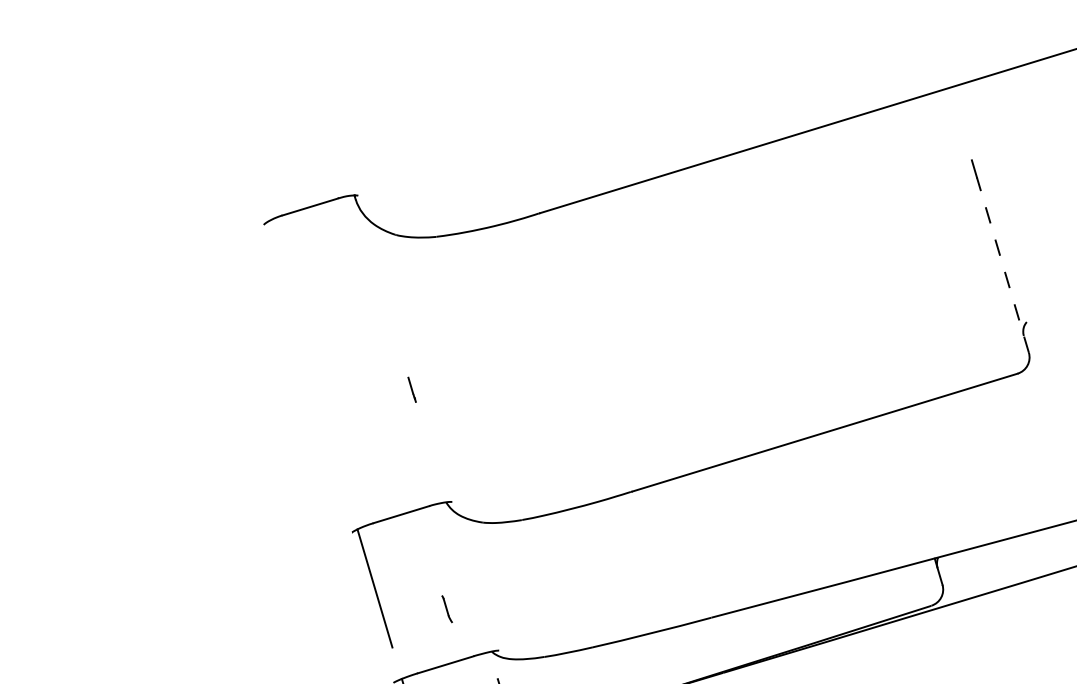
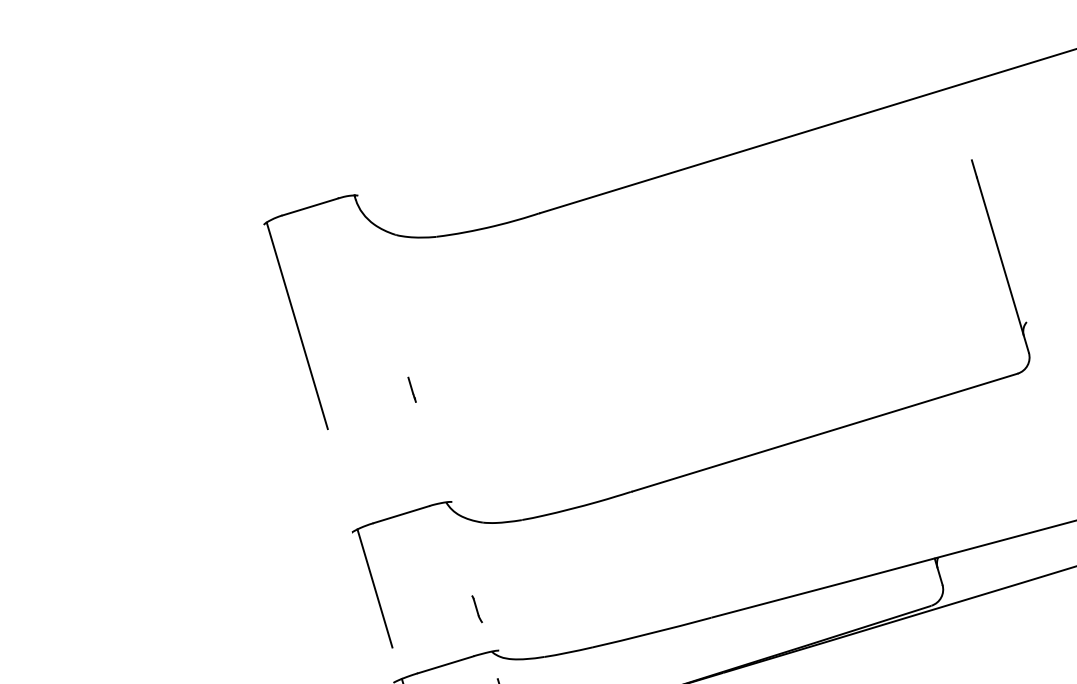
line at (1002, 264): dashed -> solid
line at (296, 325): none -> present
line at (446, 609) position: (446, 609) -> (476, 609)
